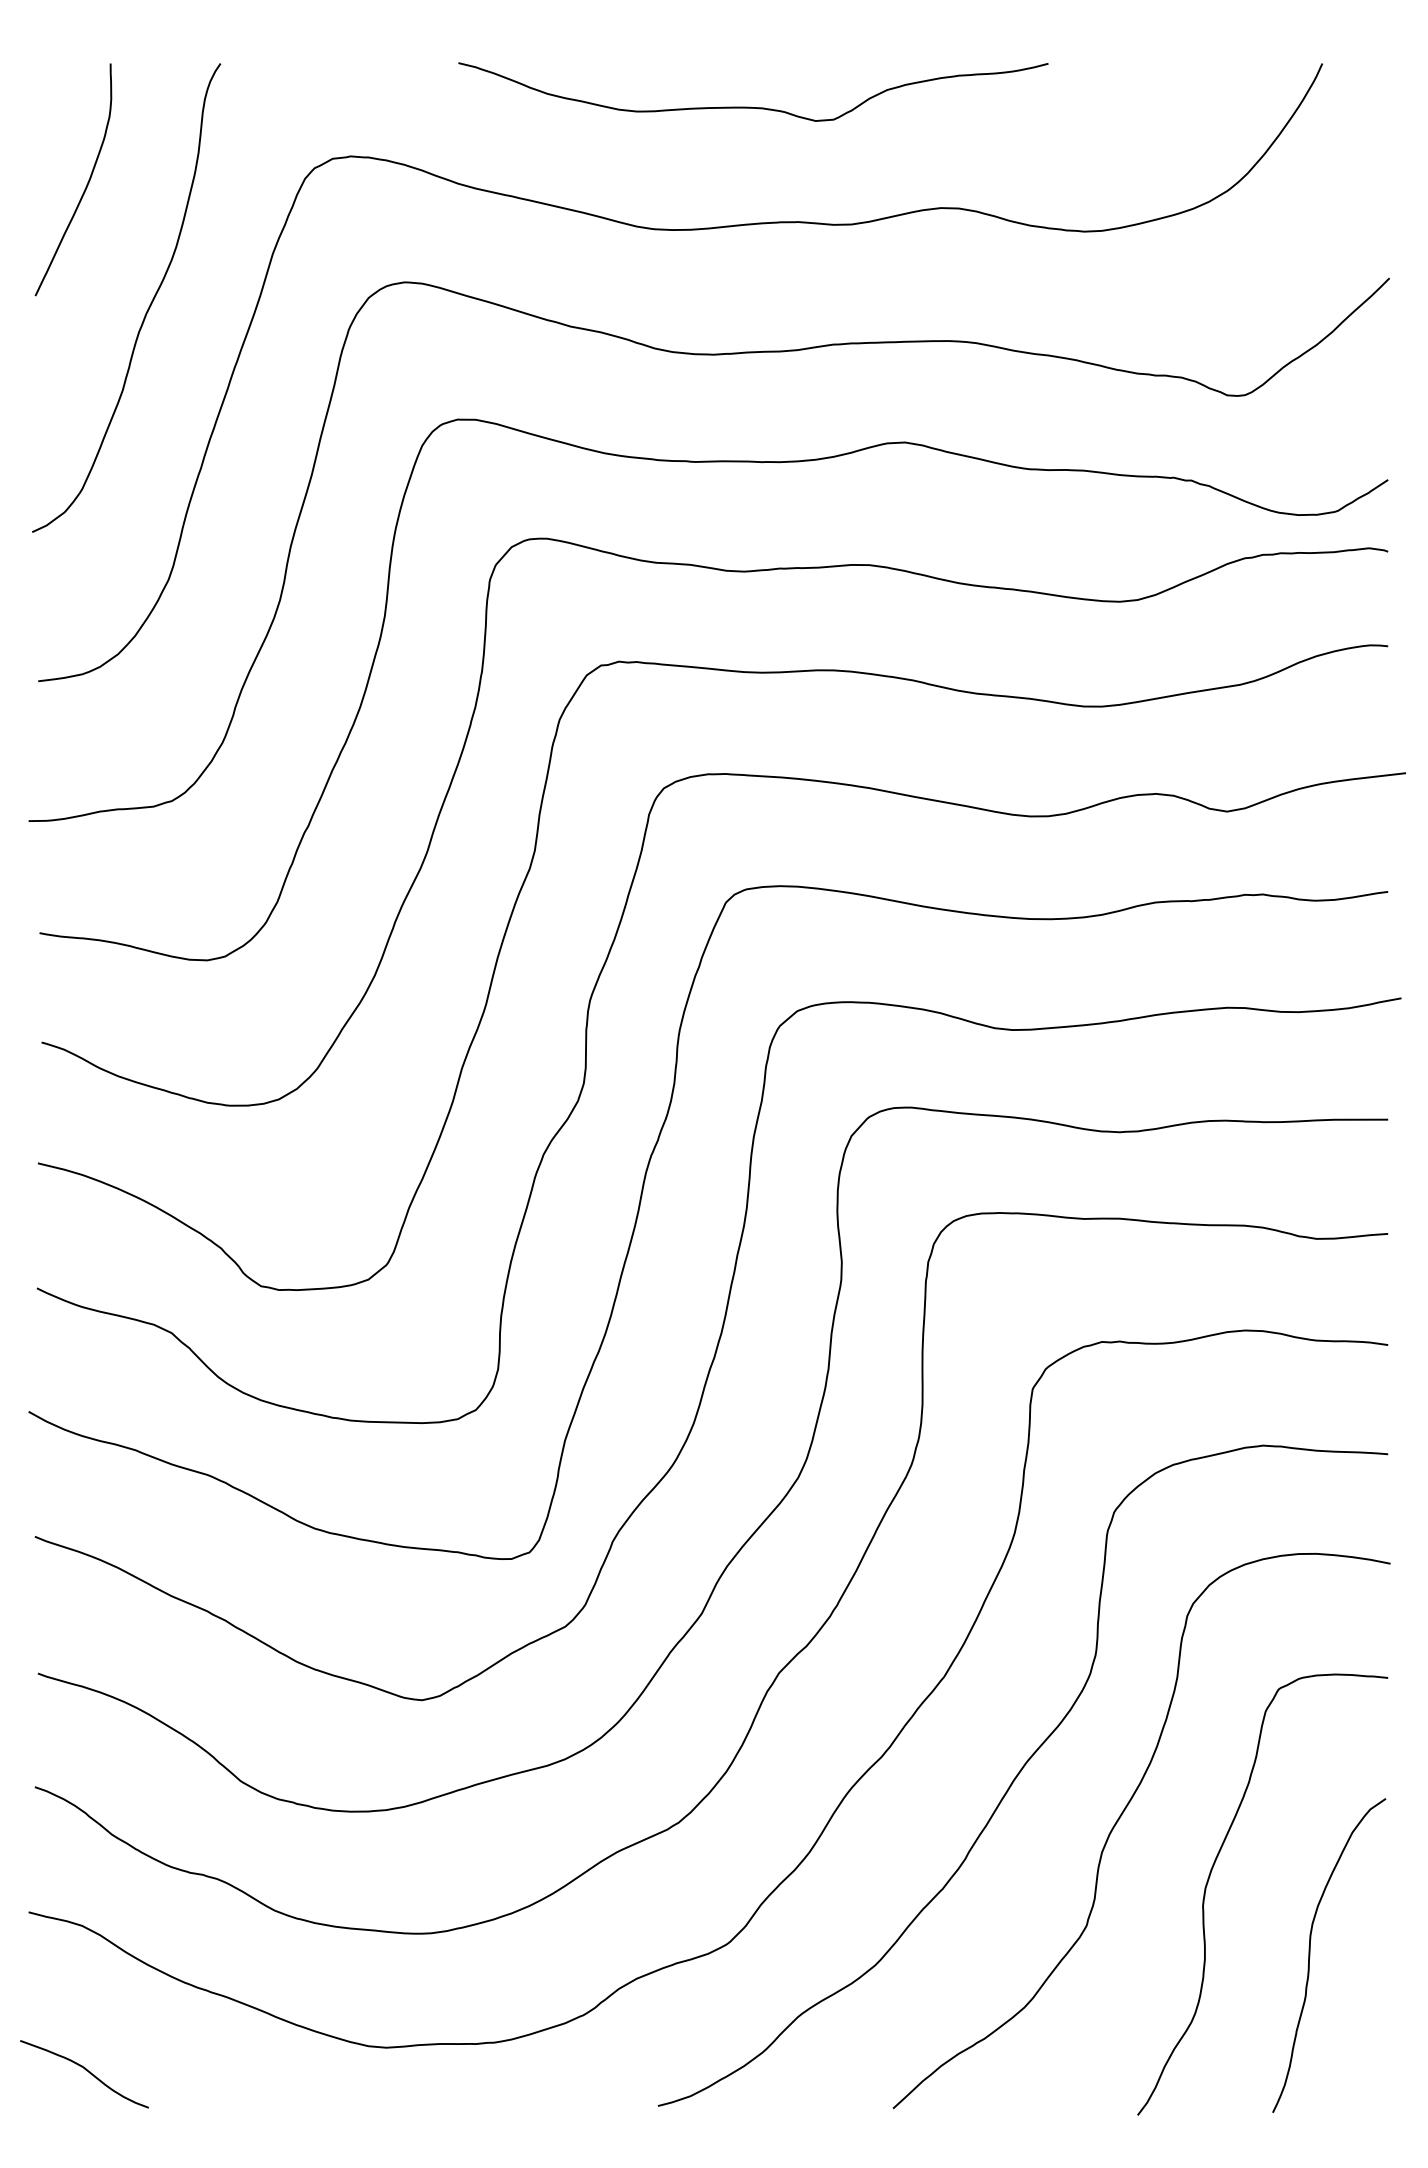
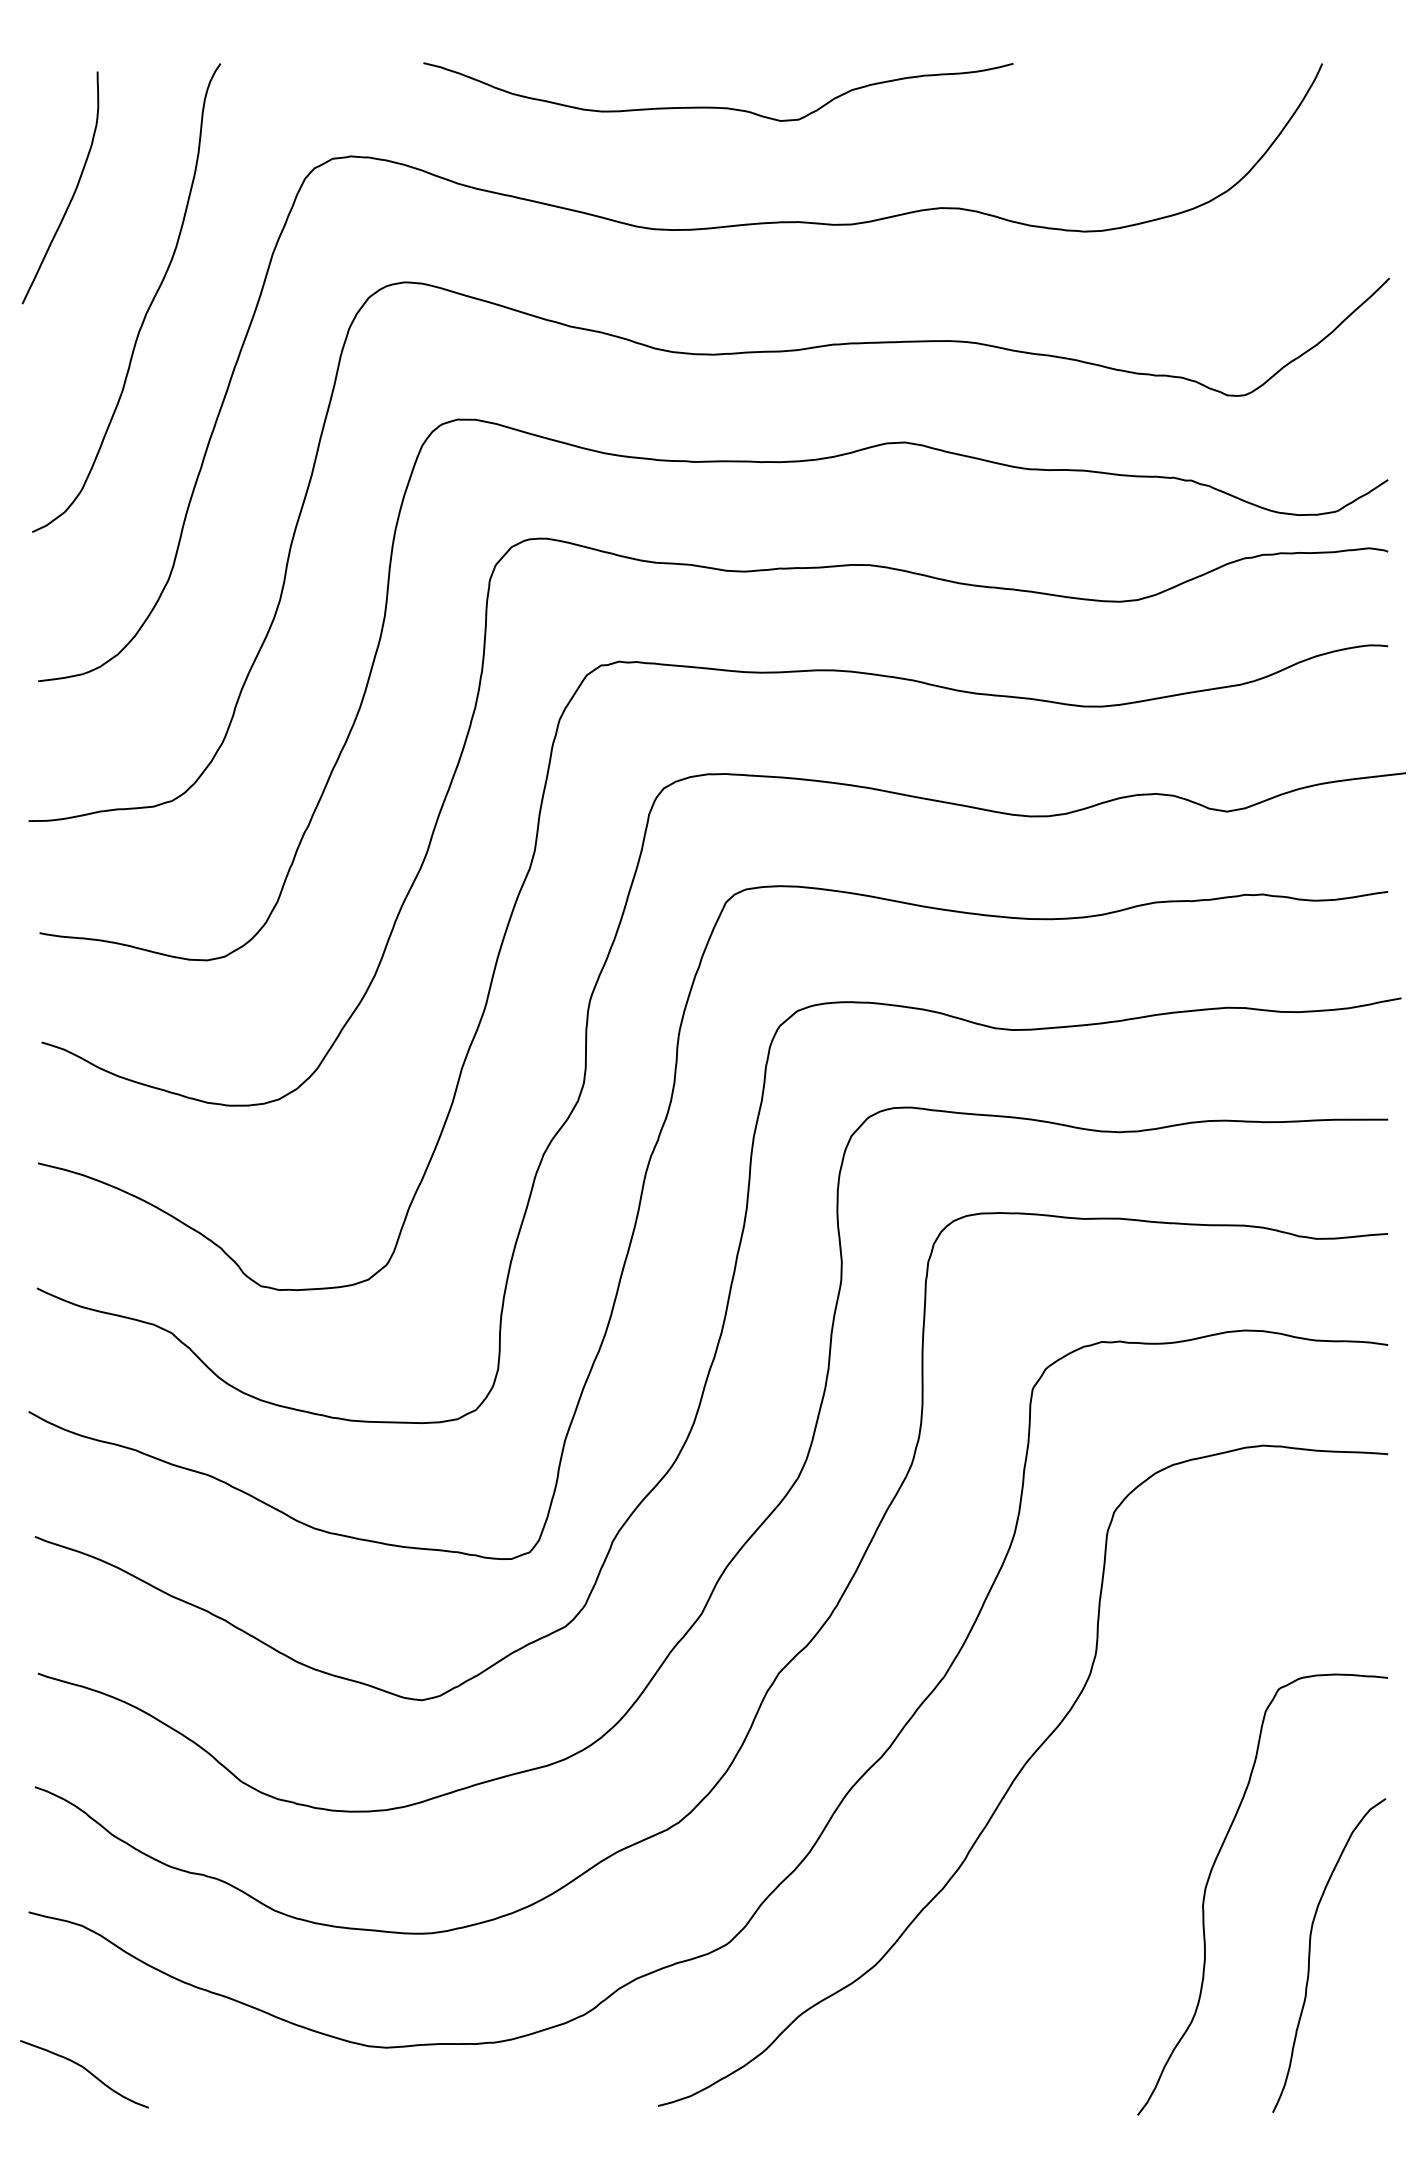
curve at (750, 106) position: (750, 106) -> (715, 106)
curve at (85, 186) position: (85, 186) -> (72, 194)
curve at (1120, 1818): present -> none
